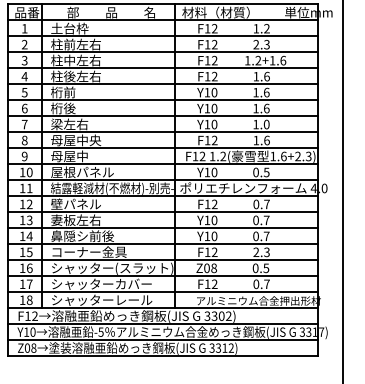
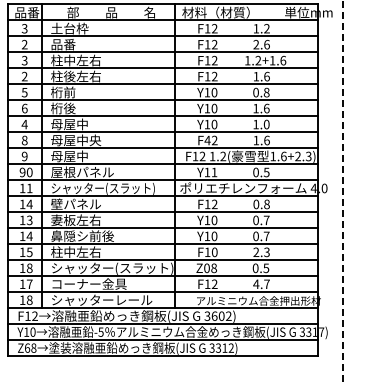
text at (24, 28): 1 -> 3
text at (75, 44): 柱前左右 -> 品番
text at (266, 44): 2.3 -> 2.6
text at (24, 76): 4 -> 2
text at (261, 92): 1.6 -> 0.8
text at (24, 124): 7 -> 4
text at (69, 124): 梁左右 -> 母屋中
text at (207, 140): F12 -> F42
text at (22, 172): 10 -> 90
text at (214, 172): Y10 -> Y11
text at (112, 188): 結露軽減材(不燃材)-別売- -> シャッター(スラット)
line at (343, 192): solid -> dashed
text at (29, 204): 12 -> 14
text at (266, 204): 0.7 -> 0.8
text at (88, 251): コーナー金具 -> 柱中左右
text at (214, 252): F12 -> F10
text at (29, 267): 16 -> 18
text at (101, 283): シャッターカバー -> コーナー金具
text at (256, 284): 0.7 -> 4.7
text at (214, 315): 3302) -> 3602)
text at (27, 347): Z08 -> Z68
